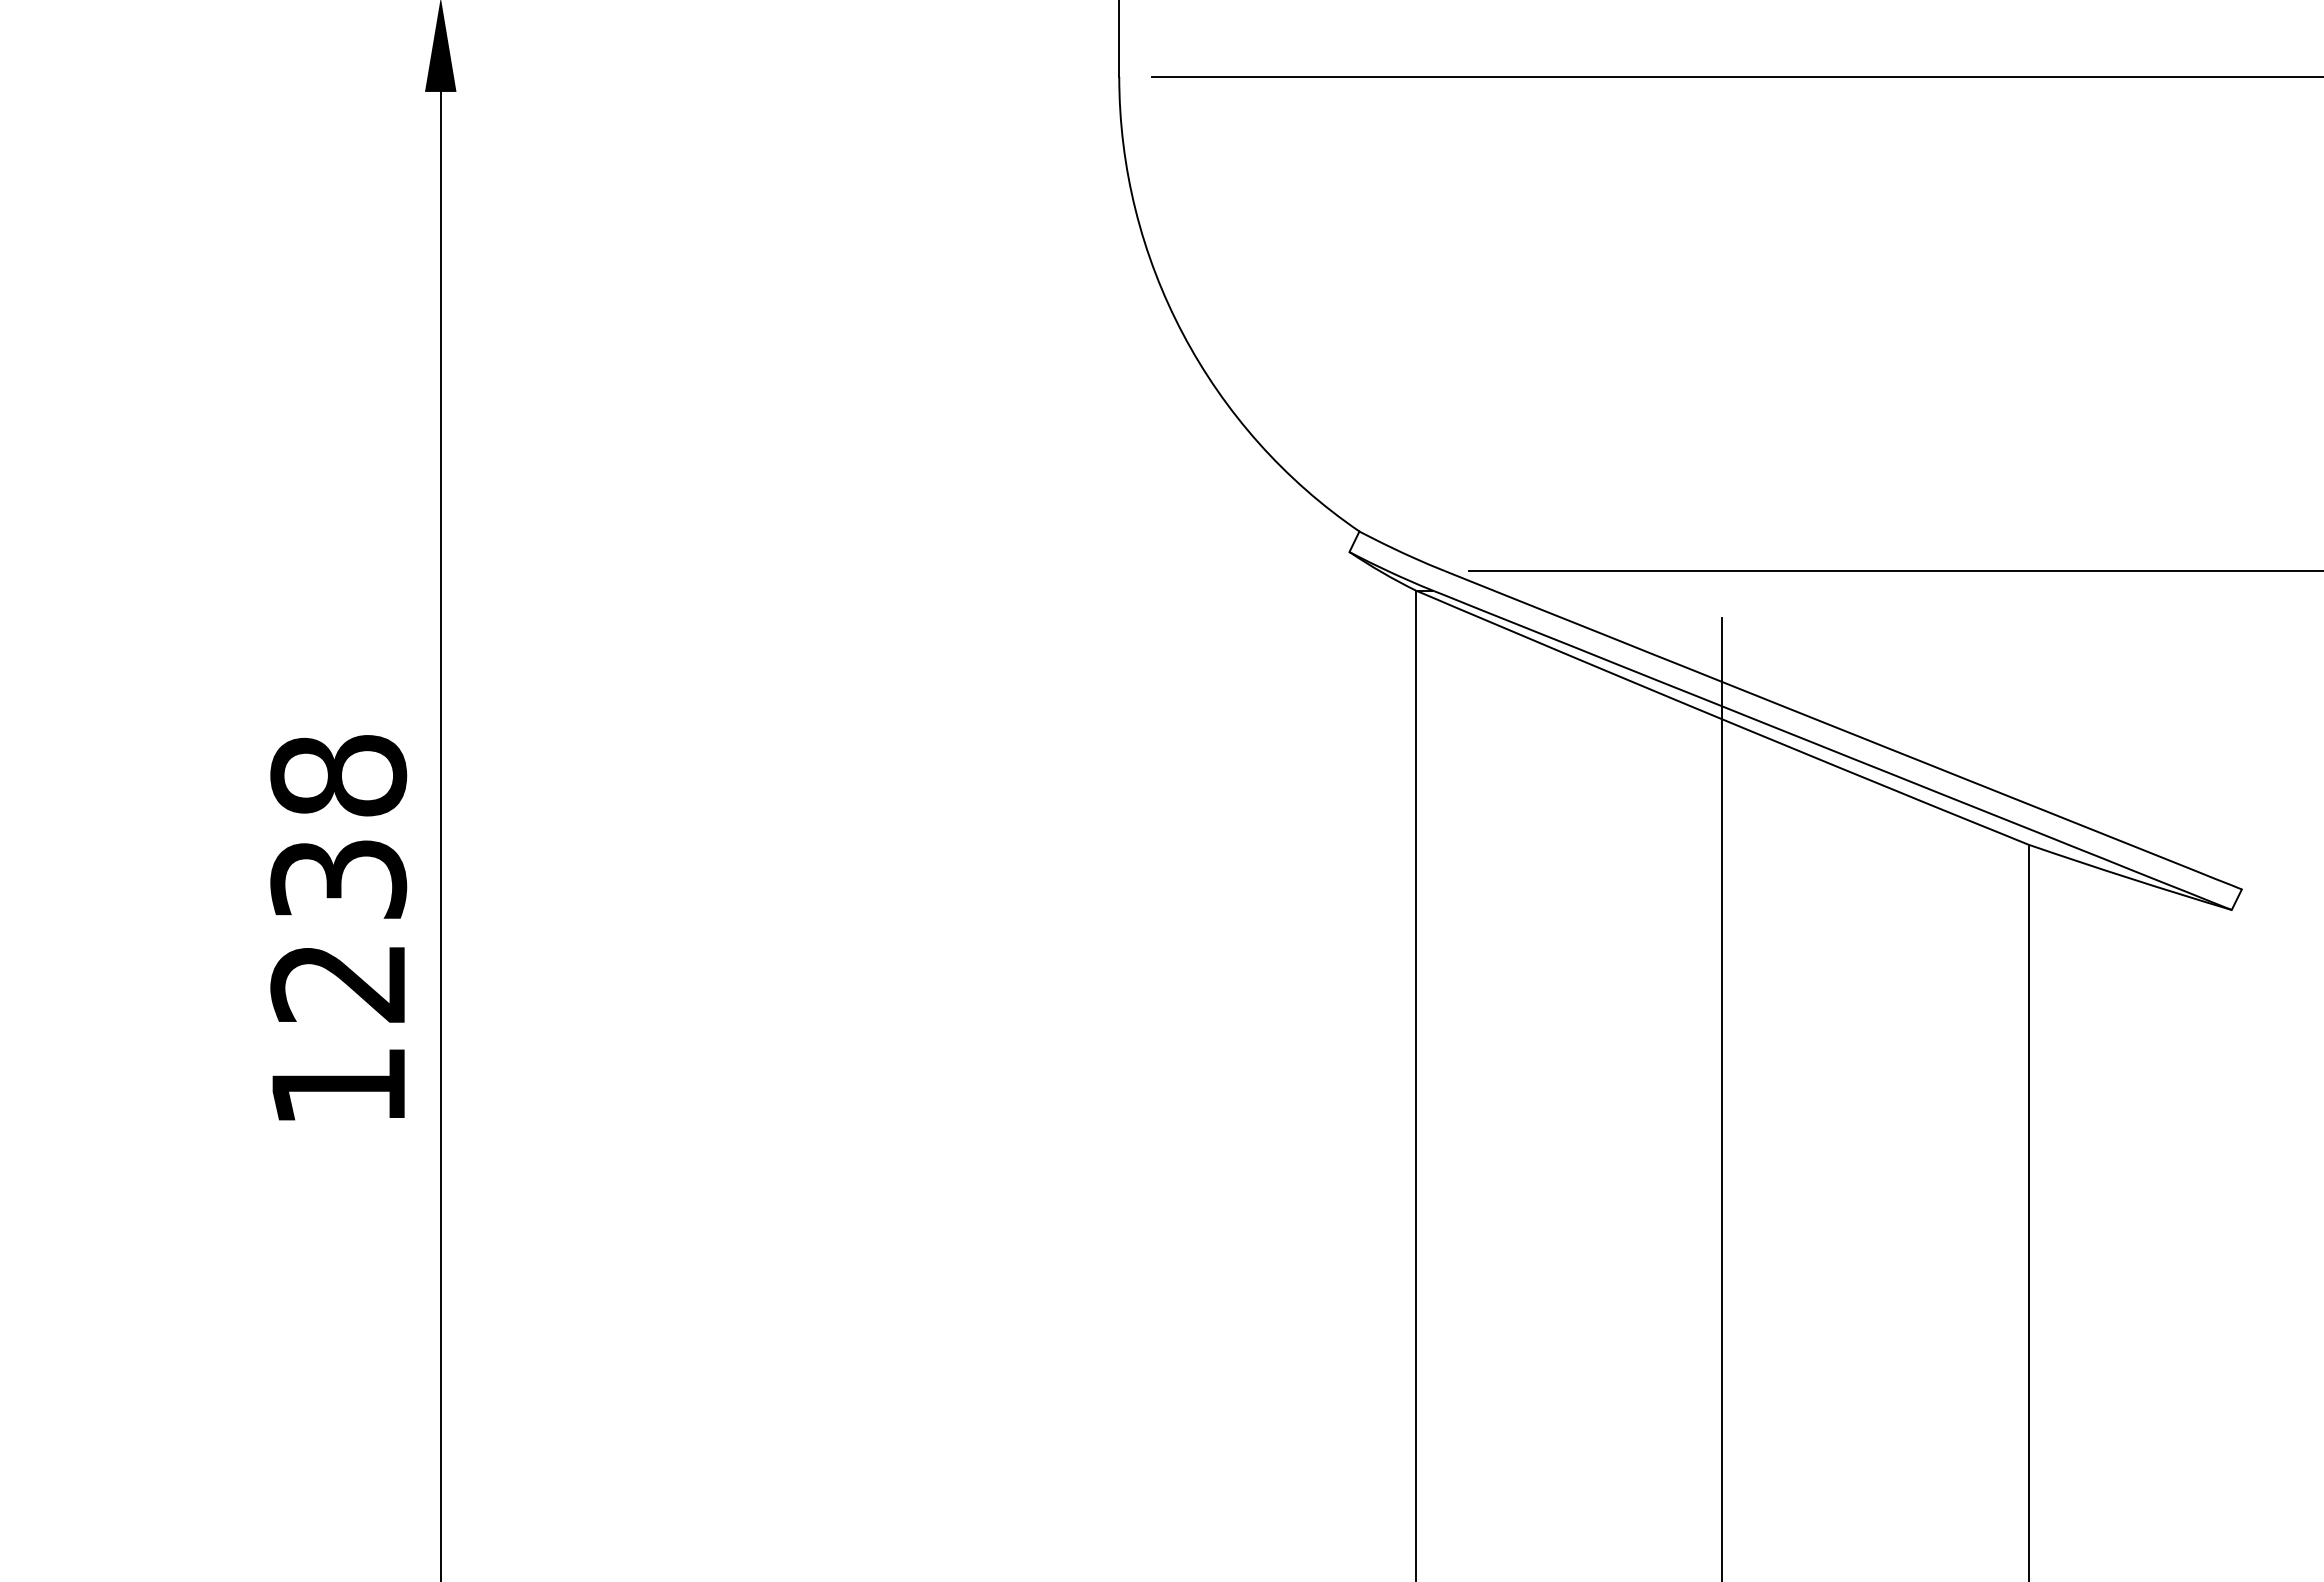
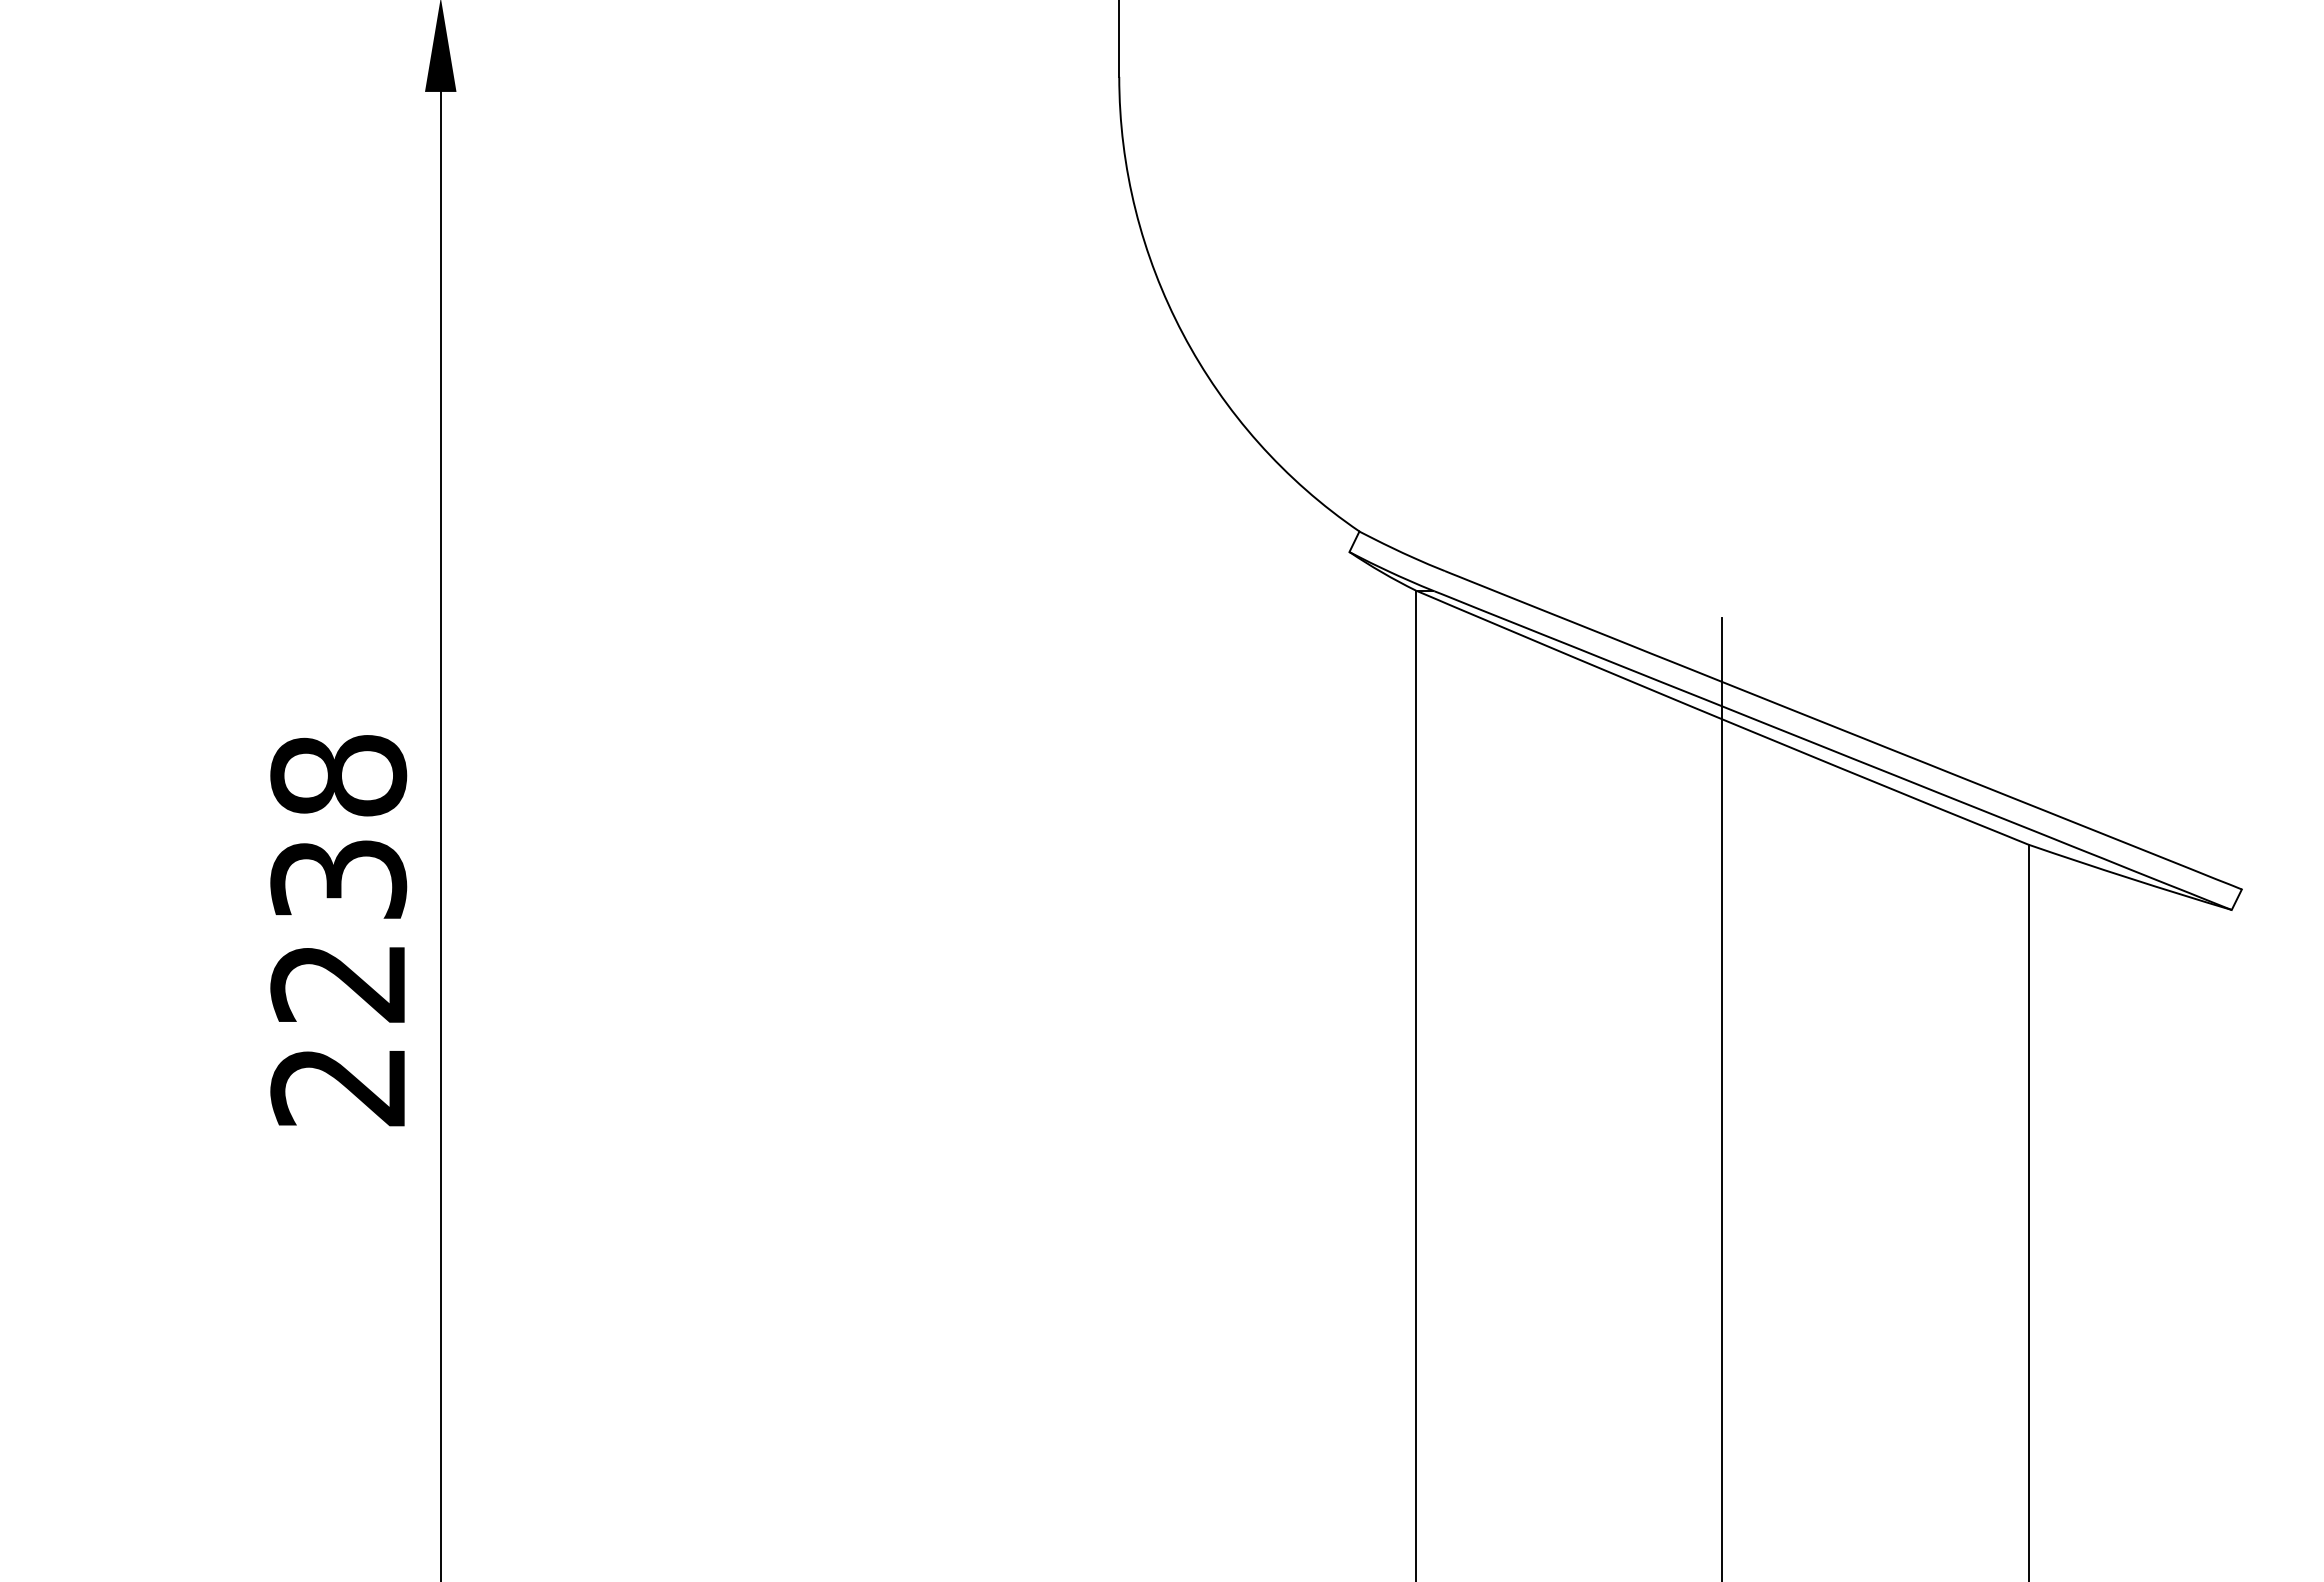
line at (1735, 76): present -> none
line at (1894, 571): present -> none
text at (337, 1087): 1238 -> 2238
